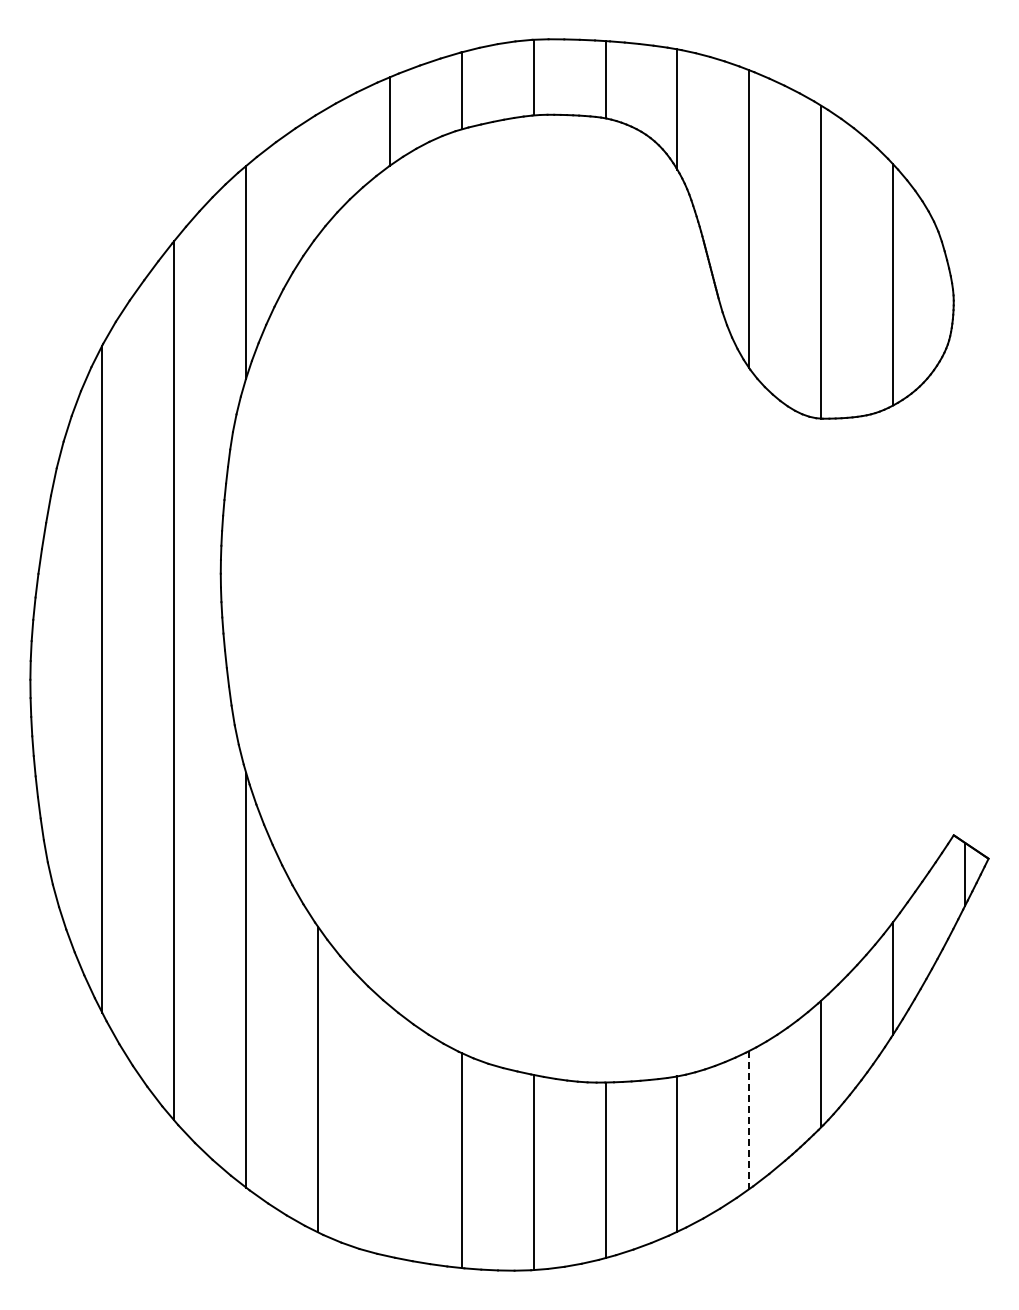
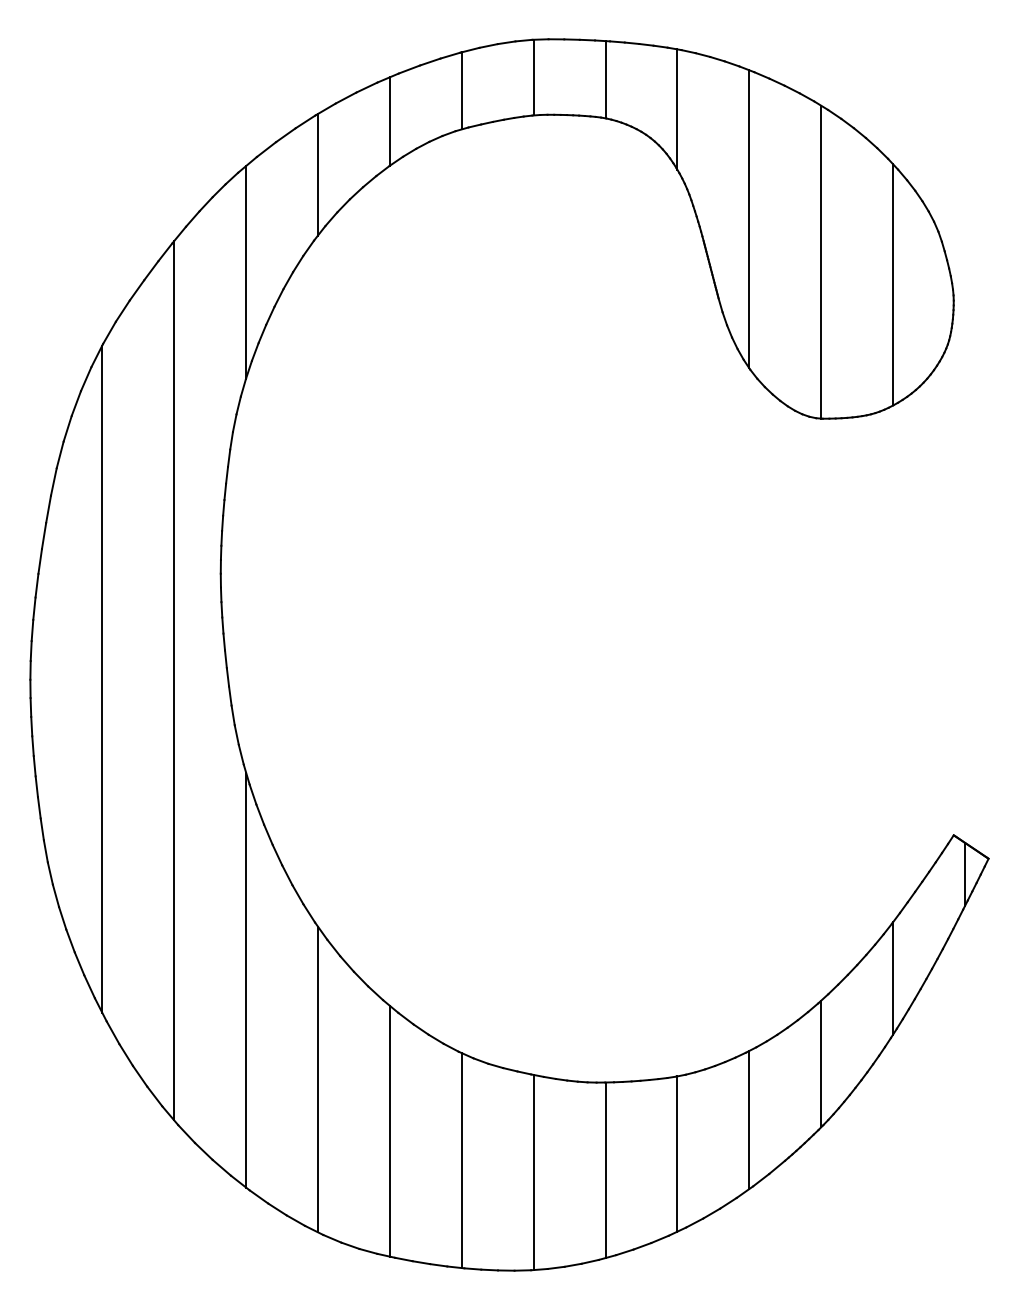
line at (317, 174): none -> present
line at (749, 1120): dashed -> solid
line at (389, 1130): none -> present
